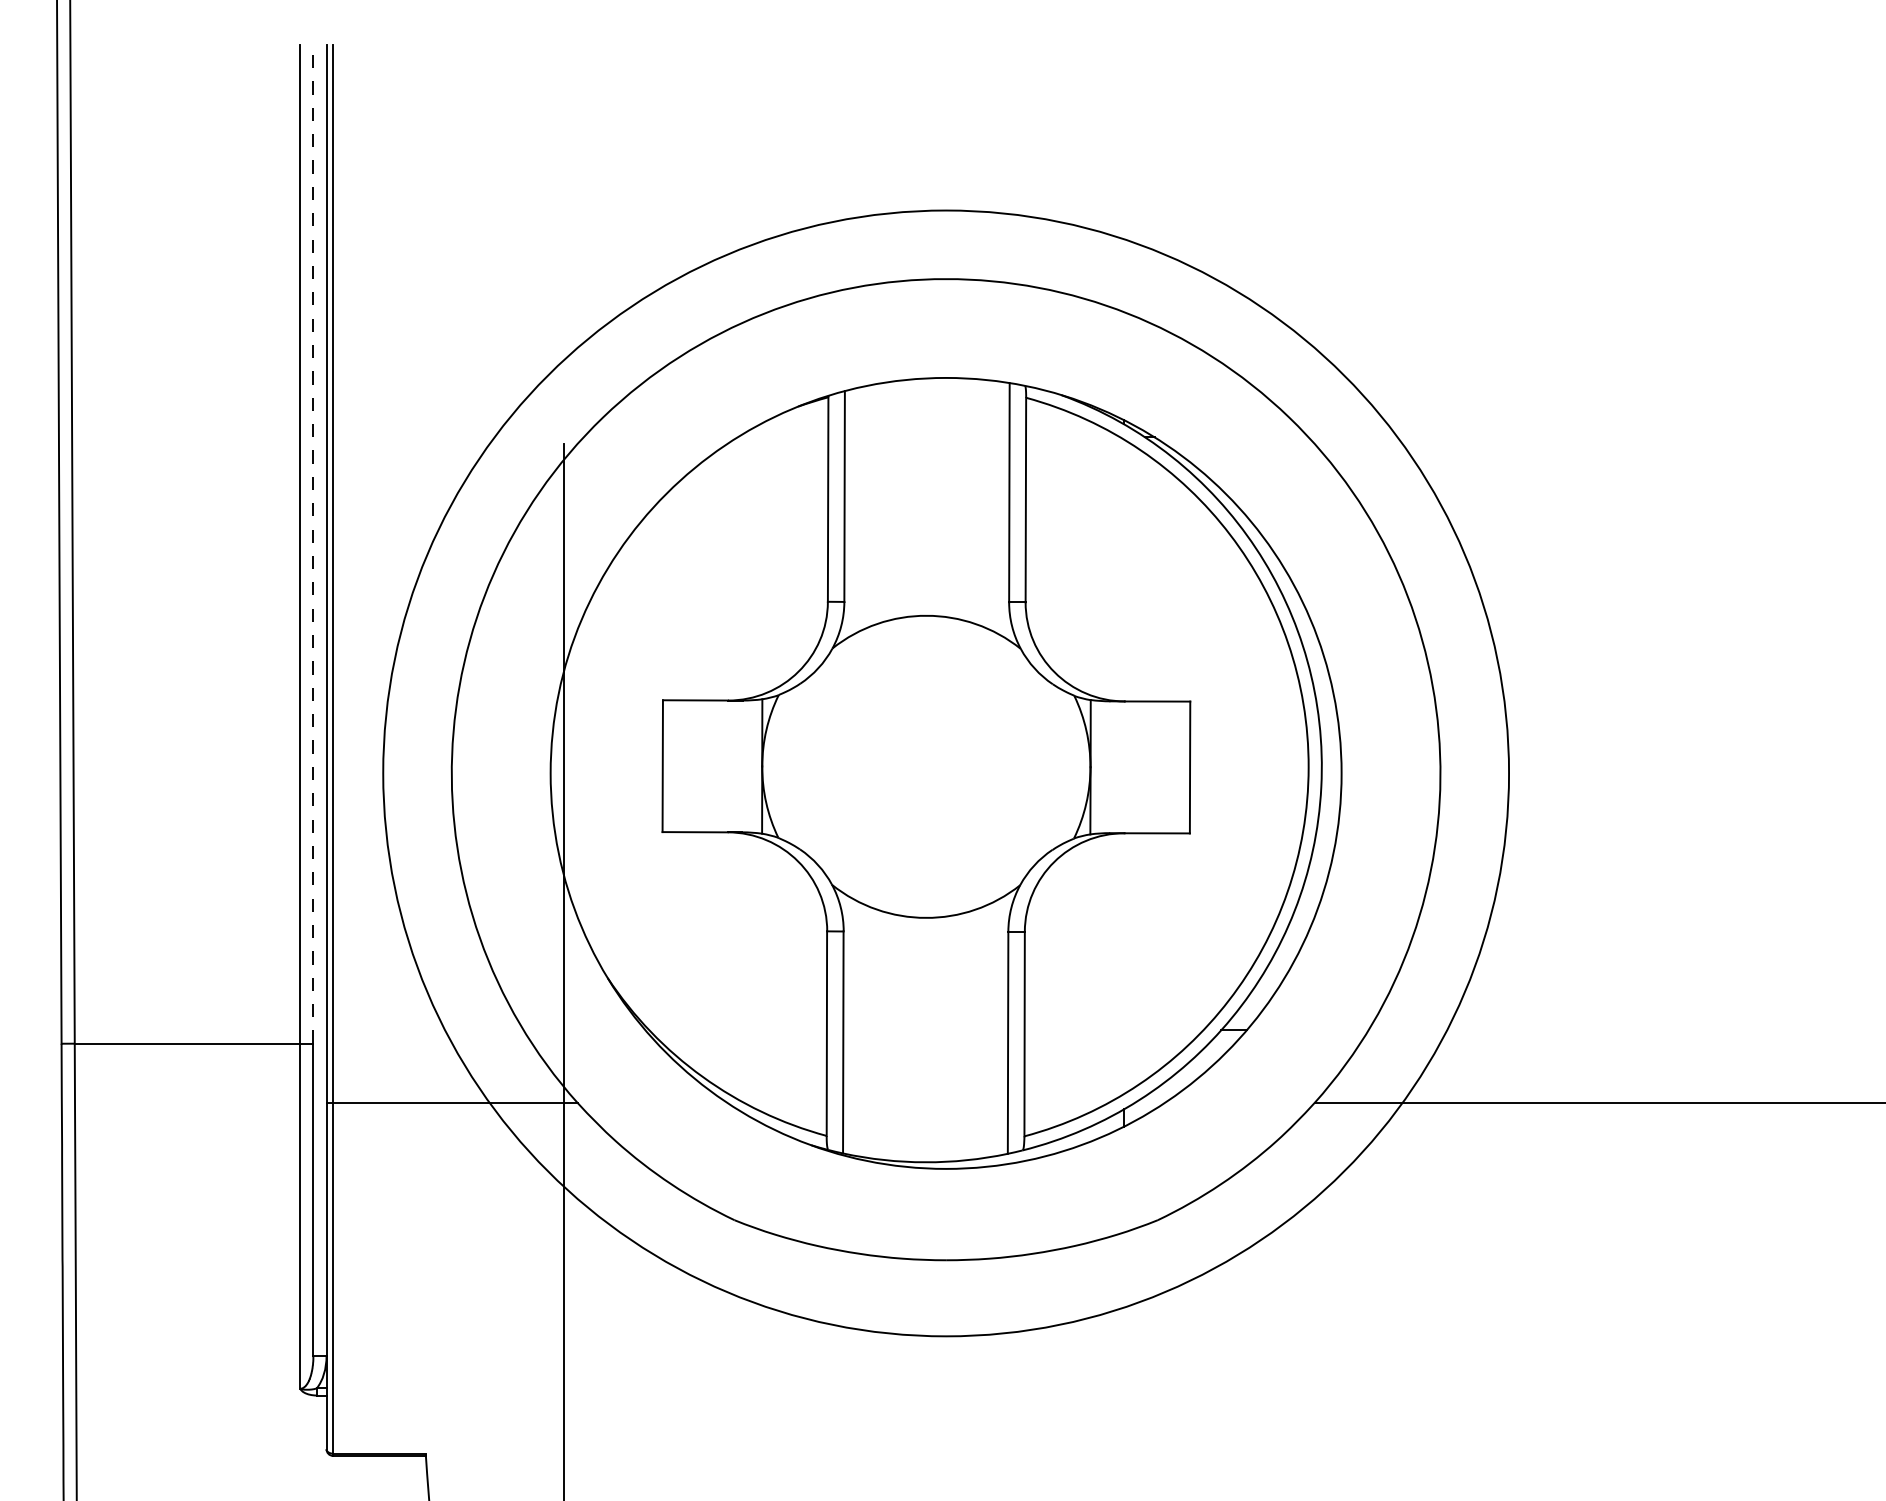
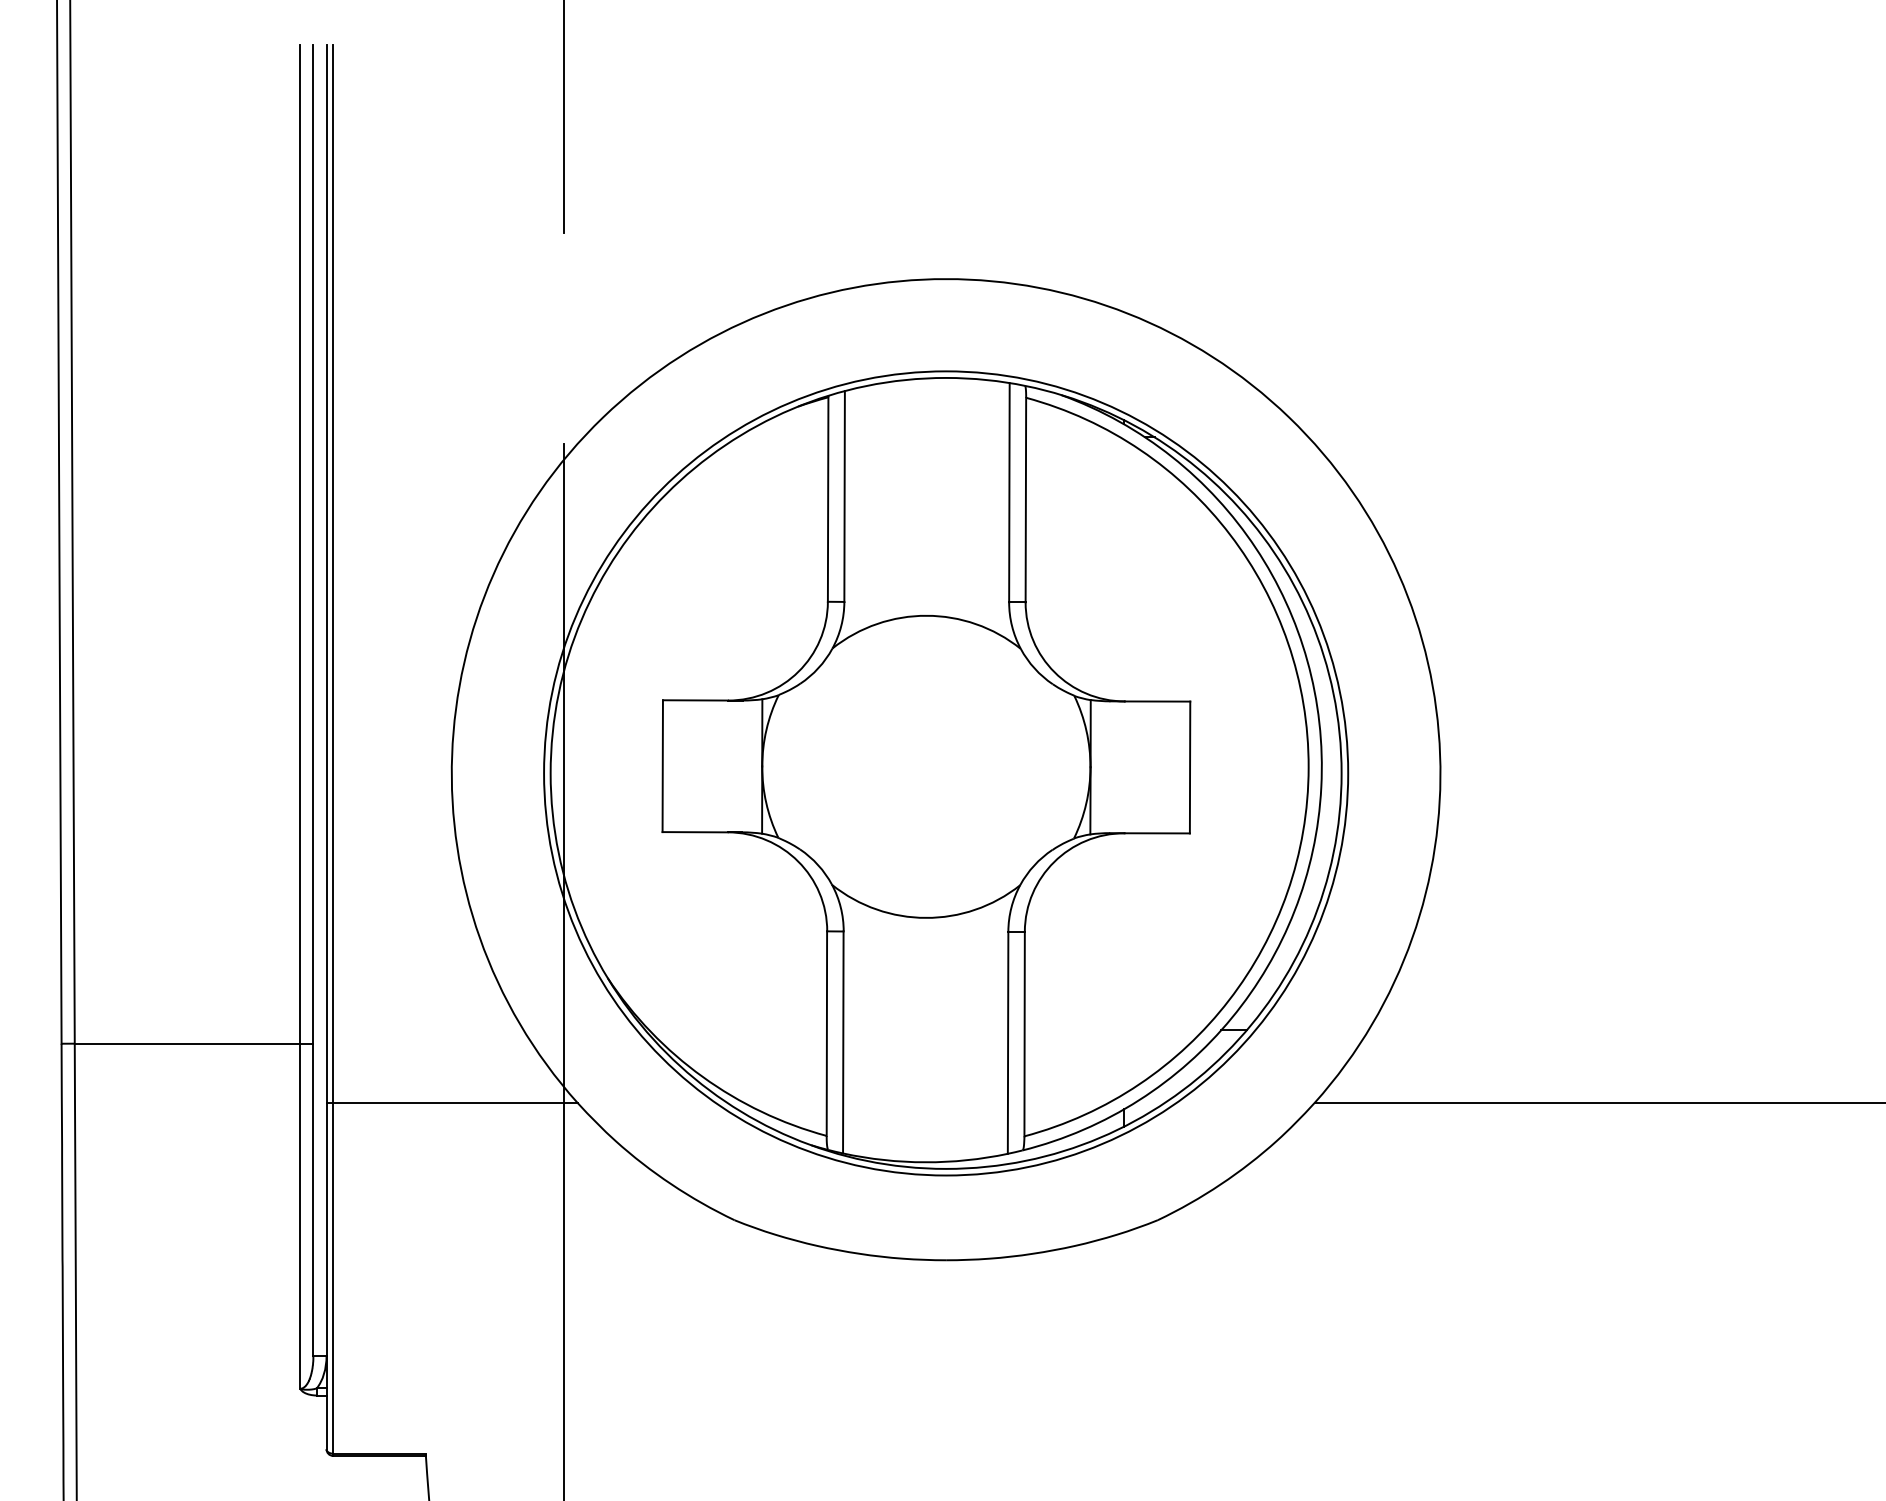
line at (563, 117): none -> present
line at (313, 543): dashed -> solid
circle at (946, 773) diameter: 1126 px -> 804 px
